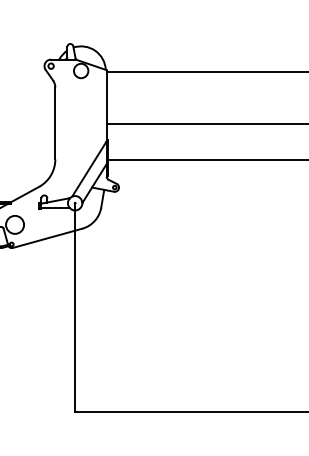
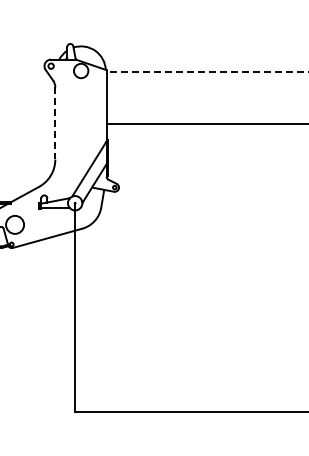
line at (207, 72): solid -> dashed
line at (55, 123): solid -> dashed
line at (206, 160): present -> none
